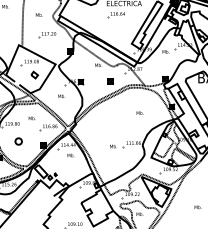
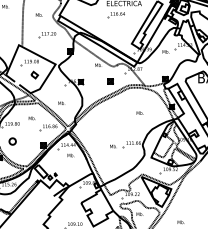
text at (61, 95) position: (61, 95) -> (61, 102)
part at (18, 141) position: (18, 141) -> (12, 141)
text at (197, 207) position: (197, 207) -> (180, 222)
